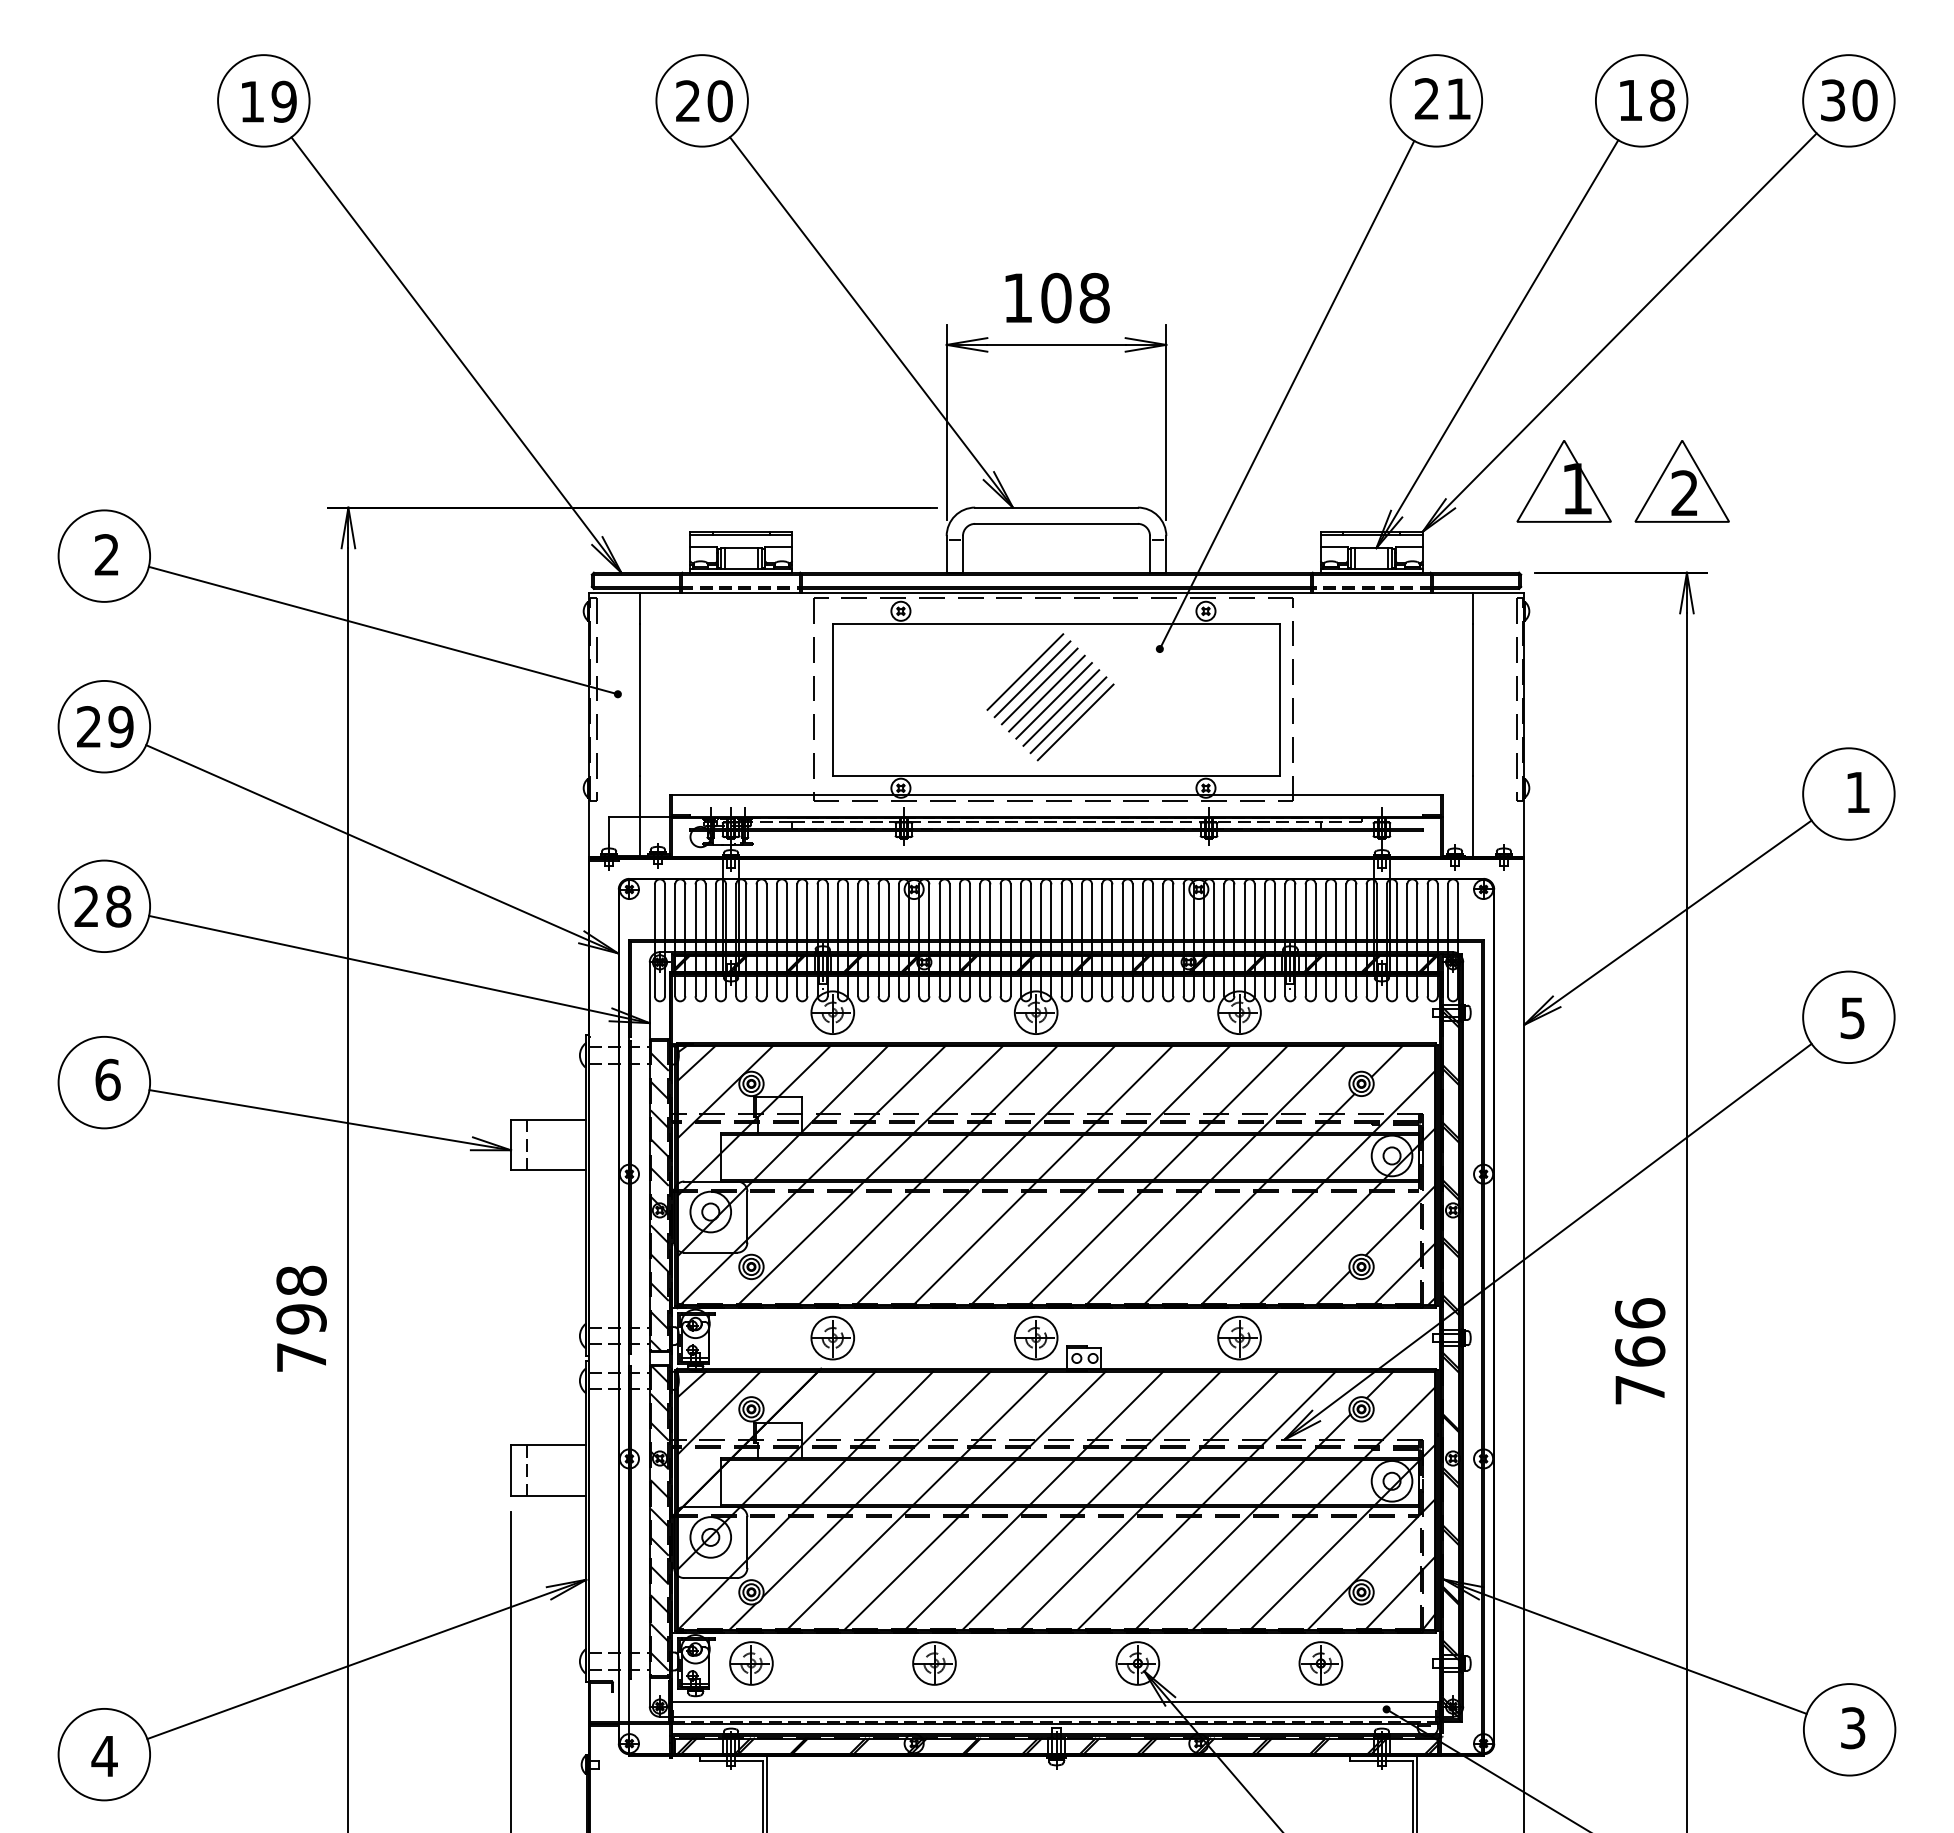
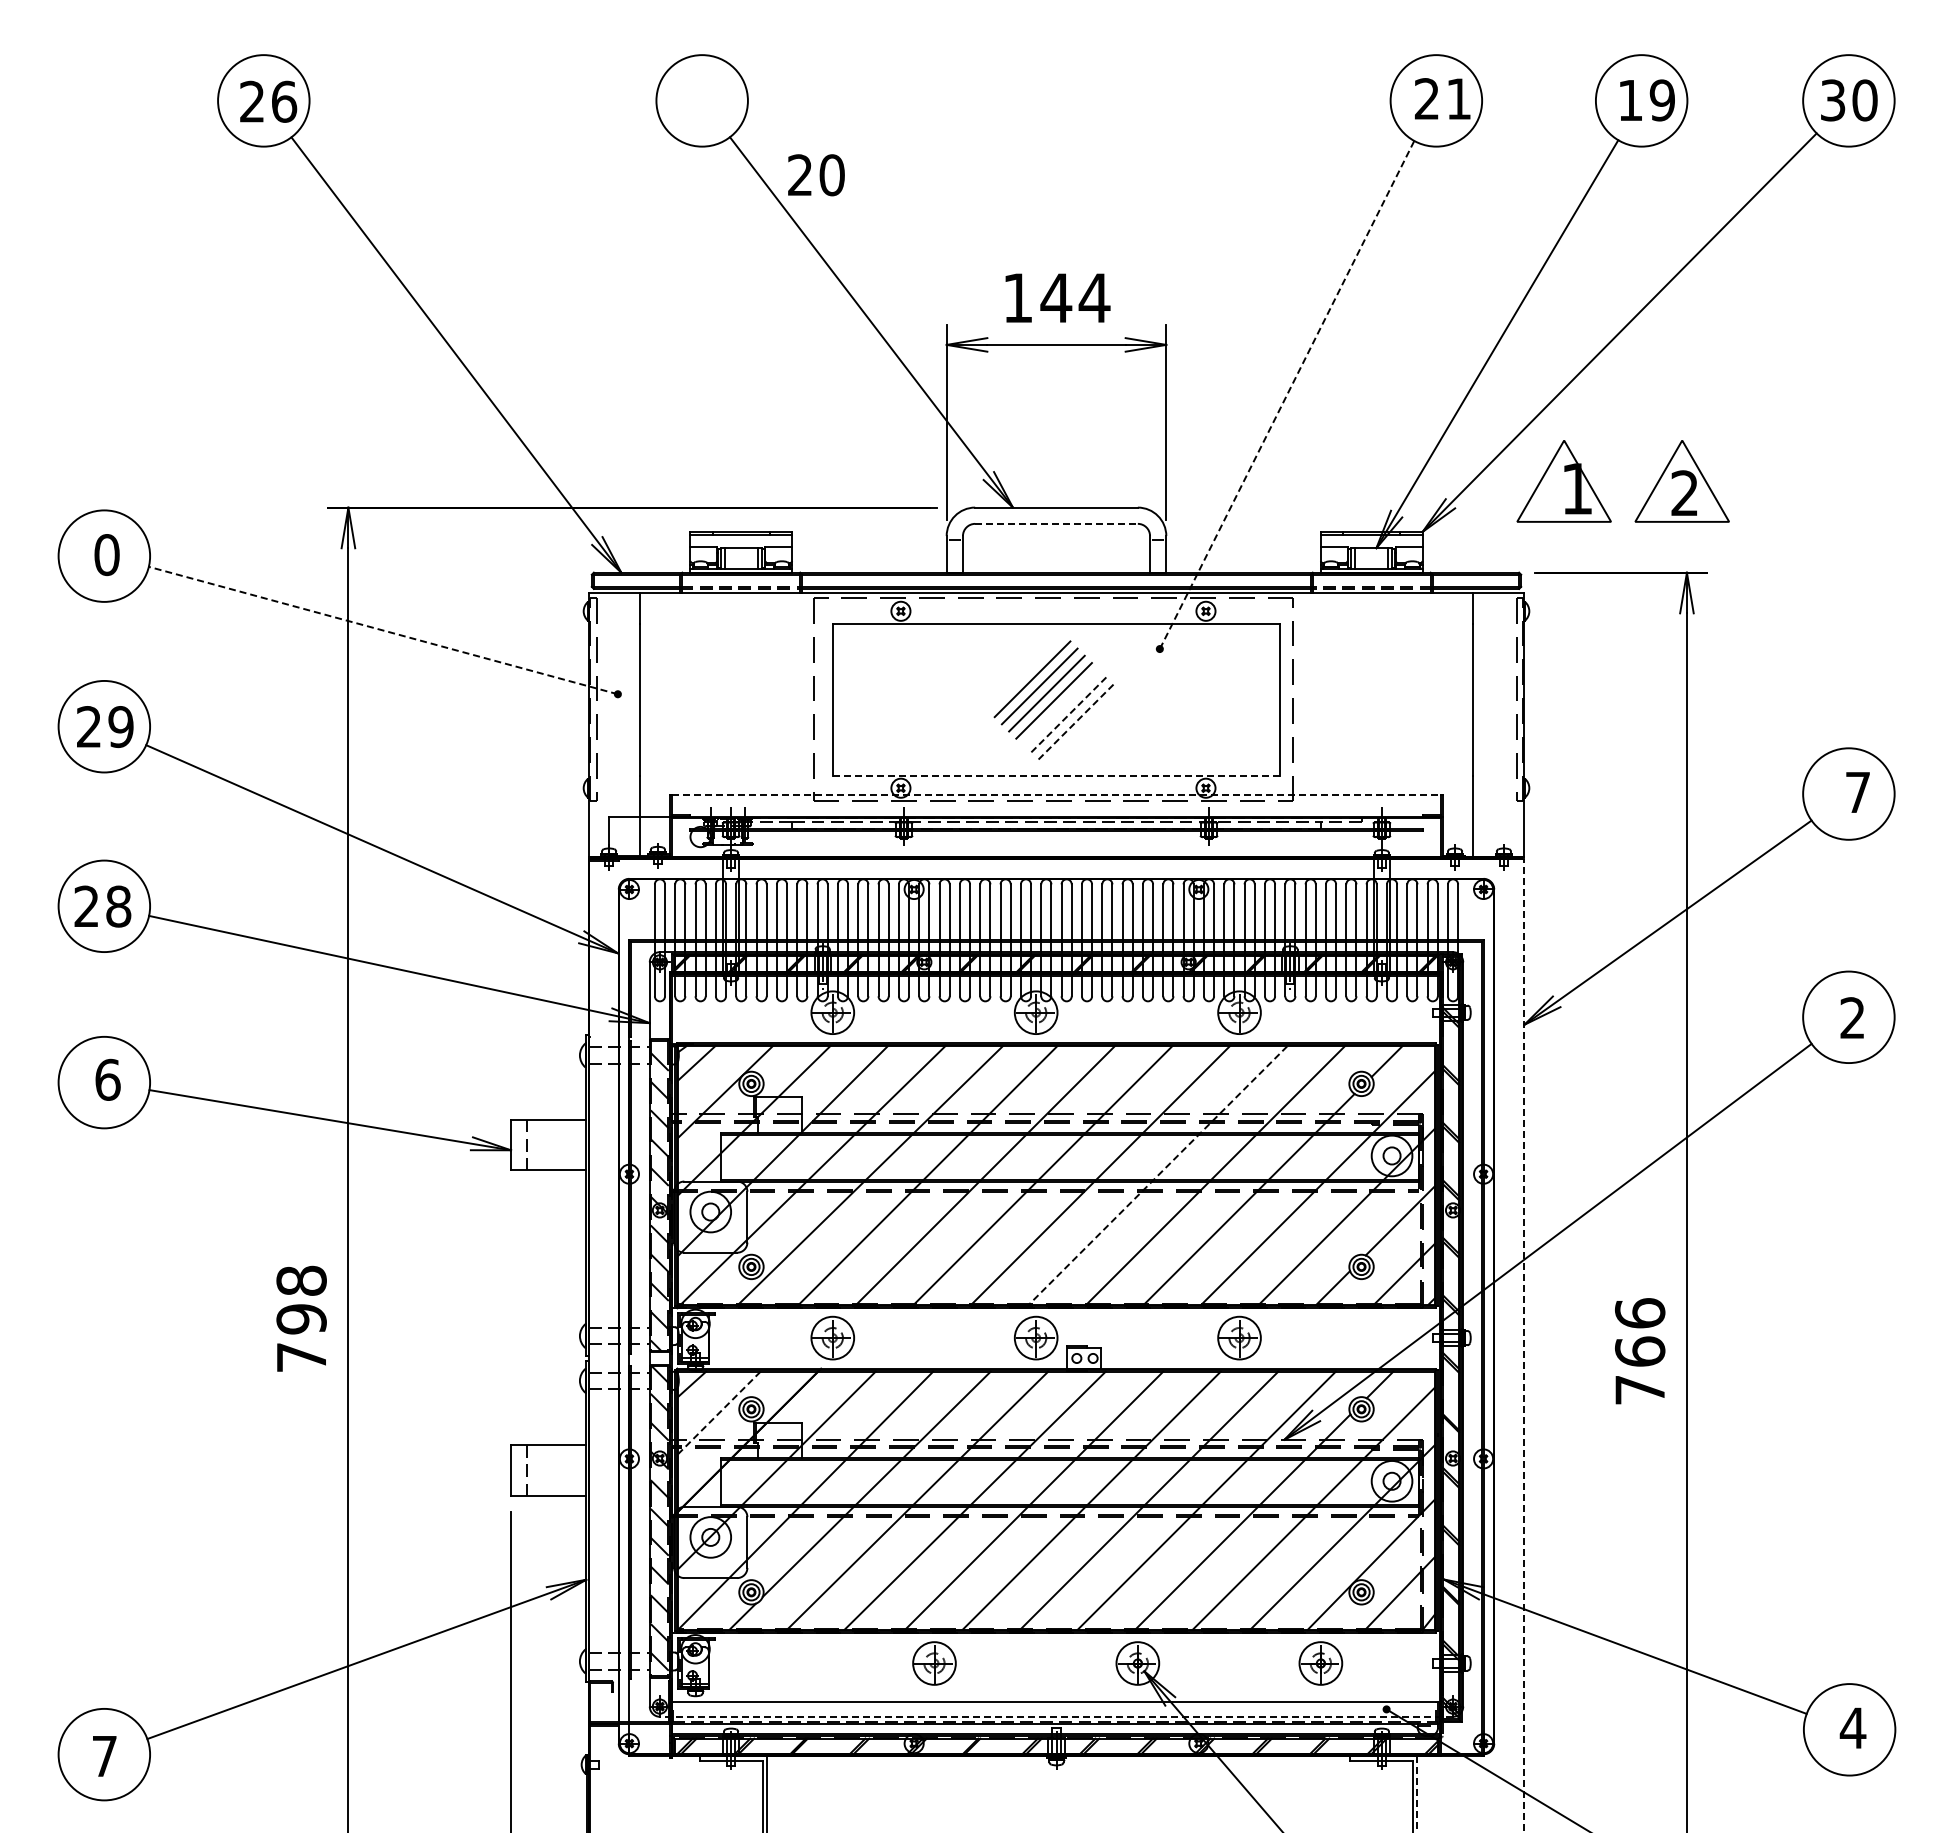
text at (1662, 100): 18 -> 19
text at (268, 101): 19 -> 26
text at (704, 101) position: (704, 101) -> (816, 175)
text at (1075, 297): 108 -> 144
line at (1287, 394): solid -> dashed
line at (1057, 523): solid -> dashed
text at (106, 555): 2 -> 0
line at (382, 630): solid -> dashed
line at (1025, 671): present -> none
line at (1061, 707): present -> none
line at (1068, 715): solid -> dashed
line at (1075, 722): solid -> dashed
line at (1056, 776): solid -> dashed
text at (1857, 792): 1 -> 7
line at (1056, 794): solid -> dashed
text at (1852, 1018): 5 -> 2
line at (1158, 1175): solid -> dashed
line at (1524, 1345): solid -> dashed
line at (719, 1413): solid -> dashed
part at (751, 1663): present -> none
line at (1056, 1716): solid -> dashed
text at (1852, 1728): 3 -> 4
text at (104, 1756): 4 -> 7
line at (1417, 1794): solid -> dashed
